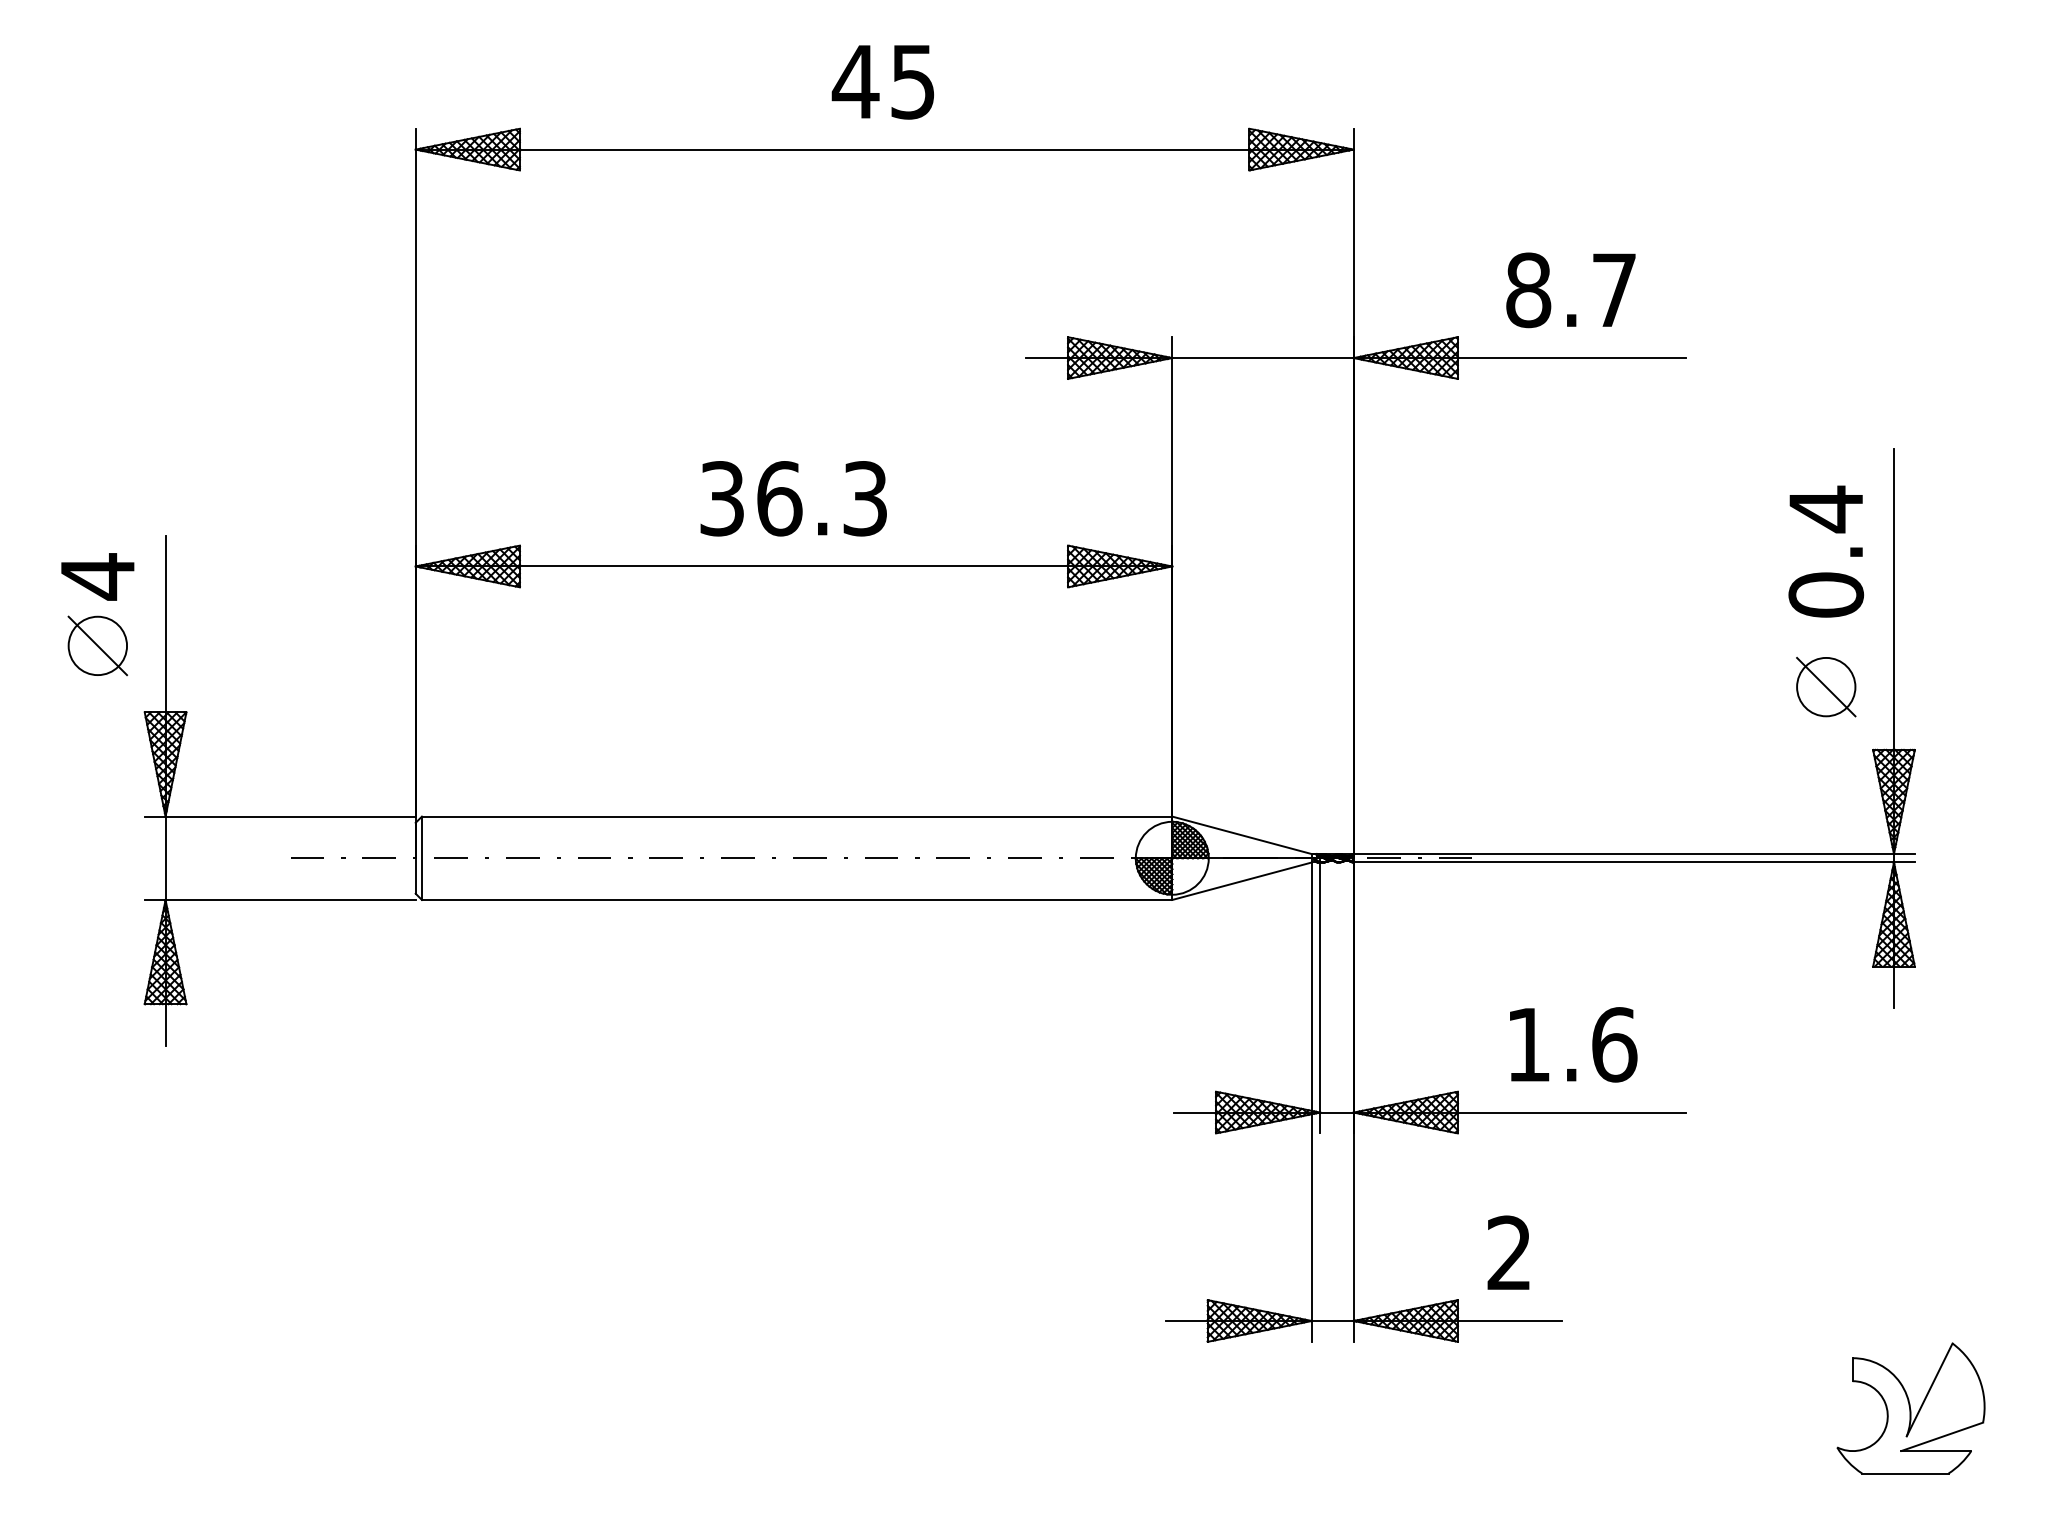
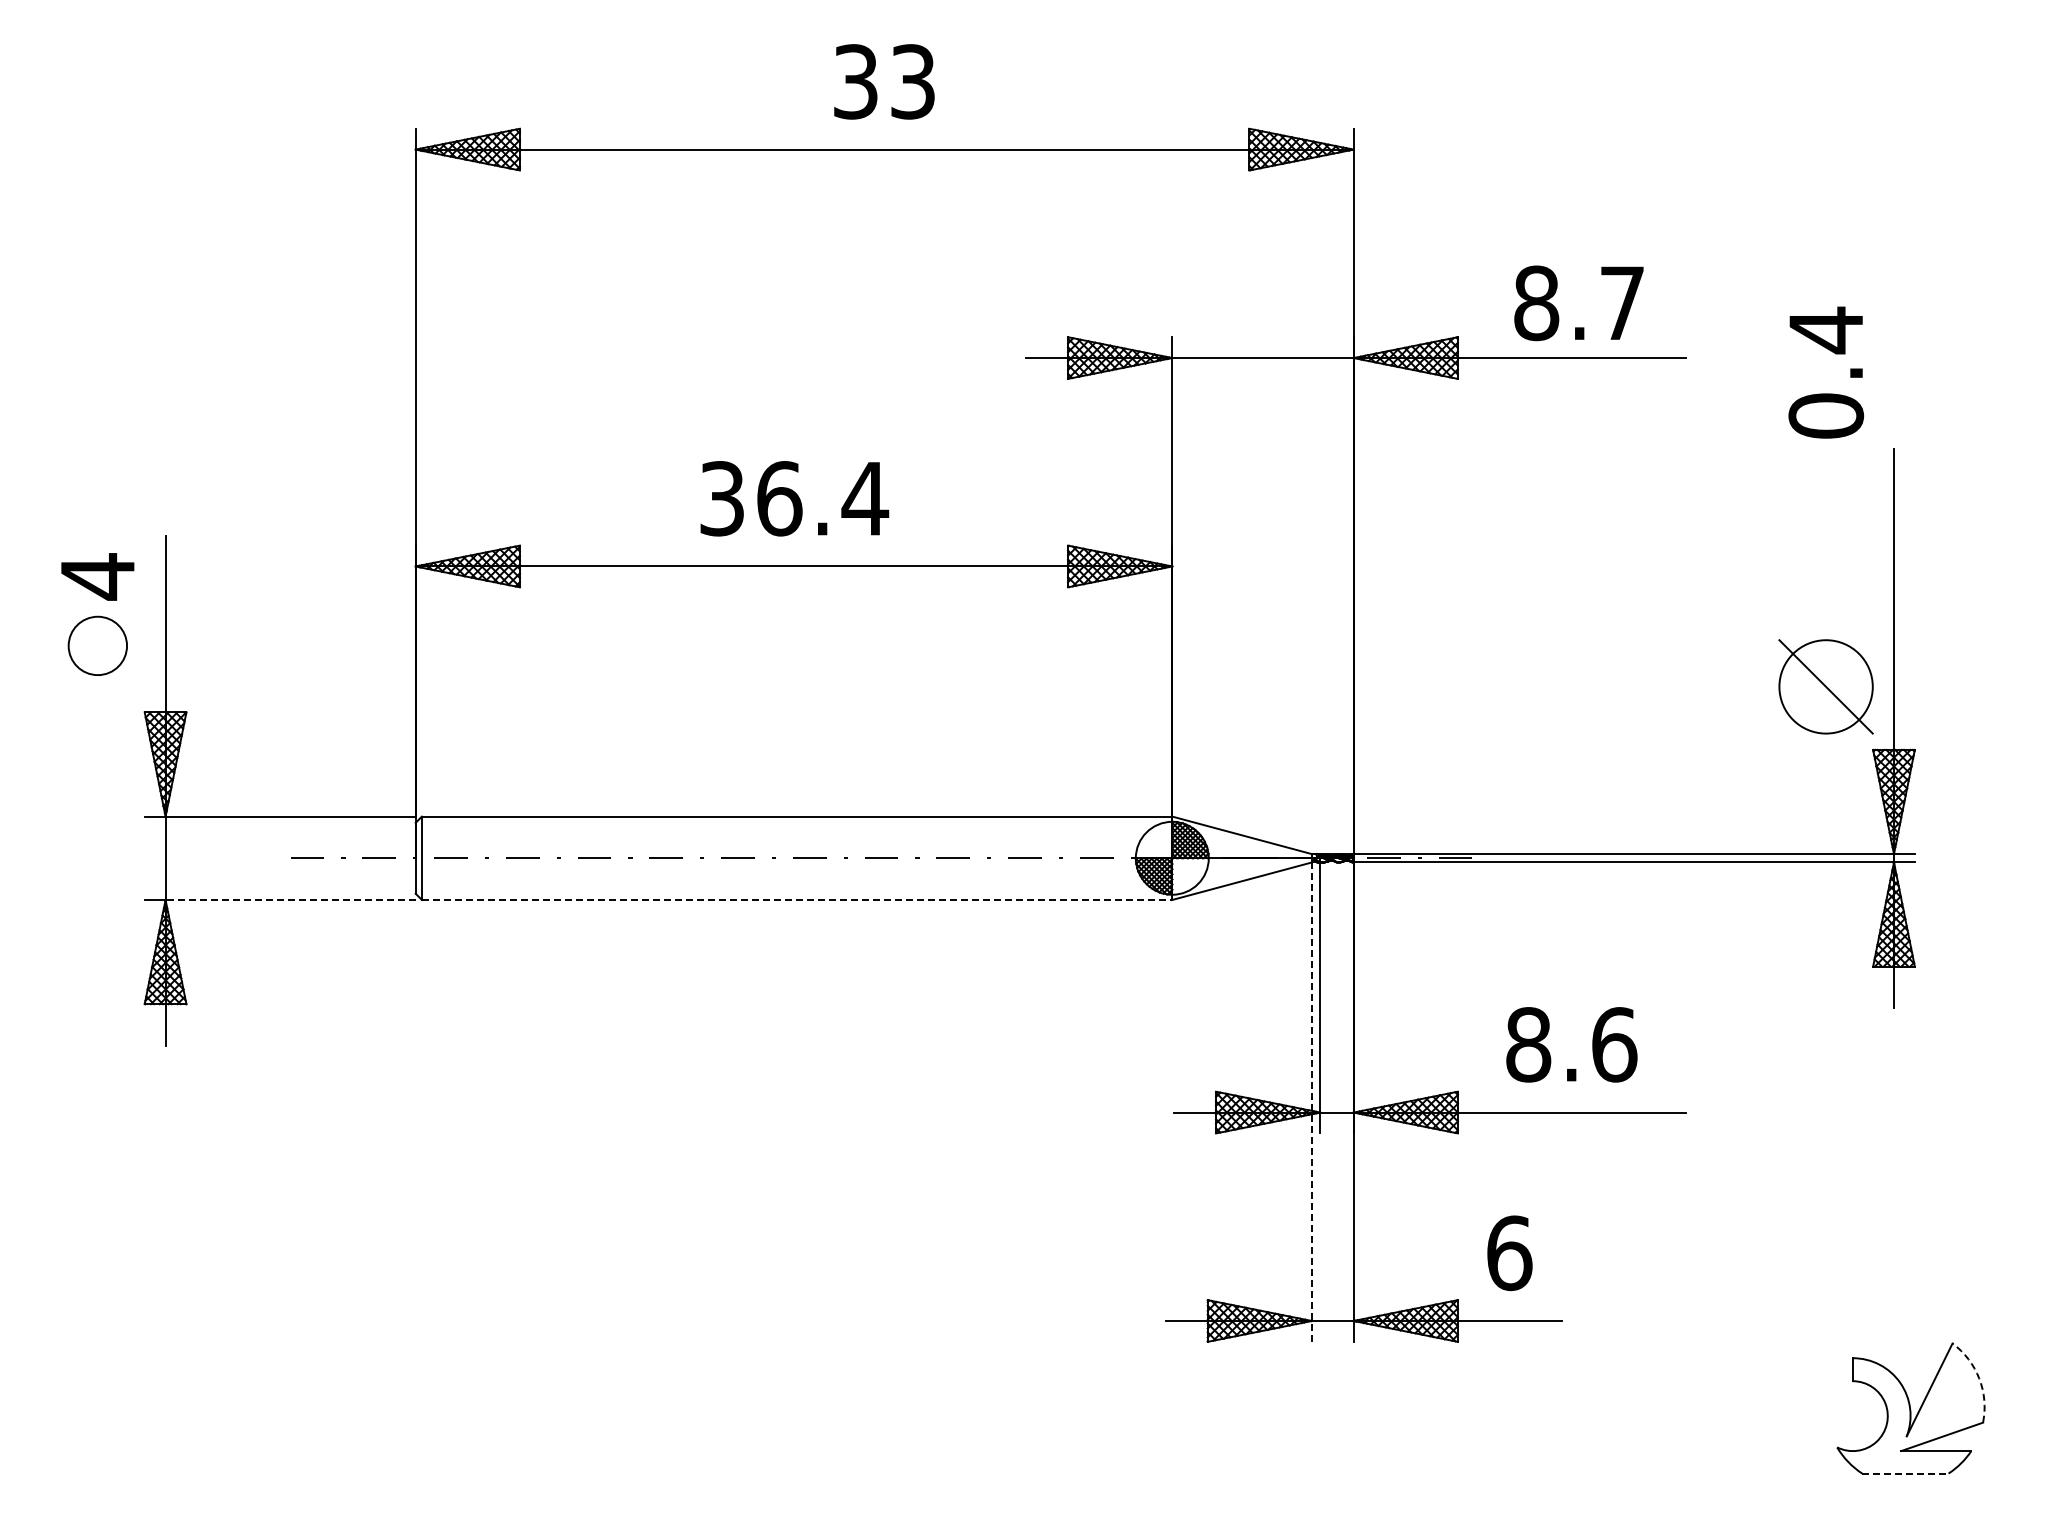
text at (882, 81): 45 -> 33
text at (1570, 290) position: (1570, 290) -> (1578, 303)
text at (865, 498): 36.3 -> 36.4
text at (1826, 551) position: (1826, 551) -> (1826, 372)
line at (97, 645): present -> none
part at (1826, 687) size: 61x61 px -> 96x96 px
line at (290, 899): solid -> dashed
line at (797, 899): solid -> dashed
text at (1528, 1044): 1.6 -> 8.6
line at (1311, 1102): solid -> dashed
text at (1509, 1253): 2 -> 6
arc at (1979, 1378): solid -> dashed
line at (1905, 1473): solid -> dashed
